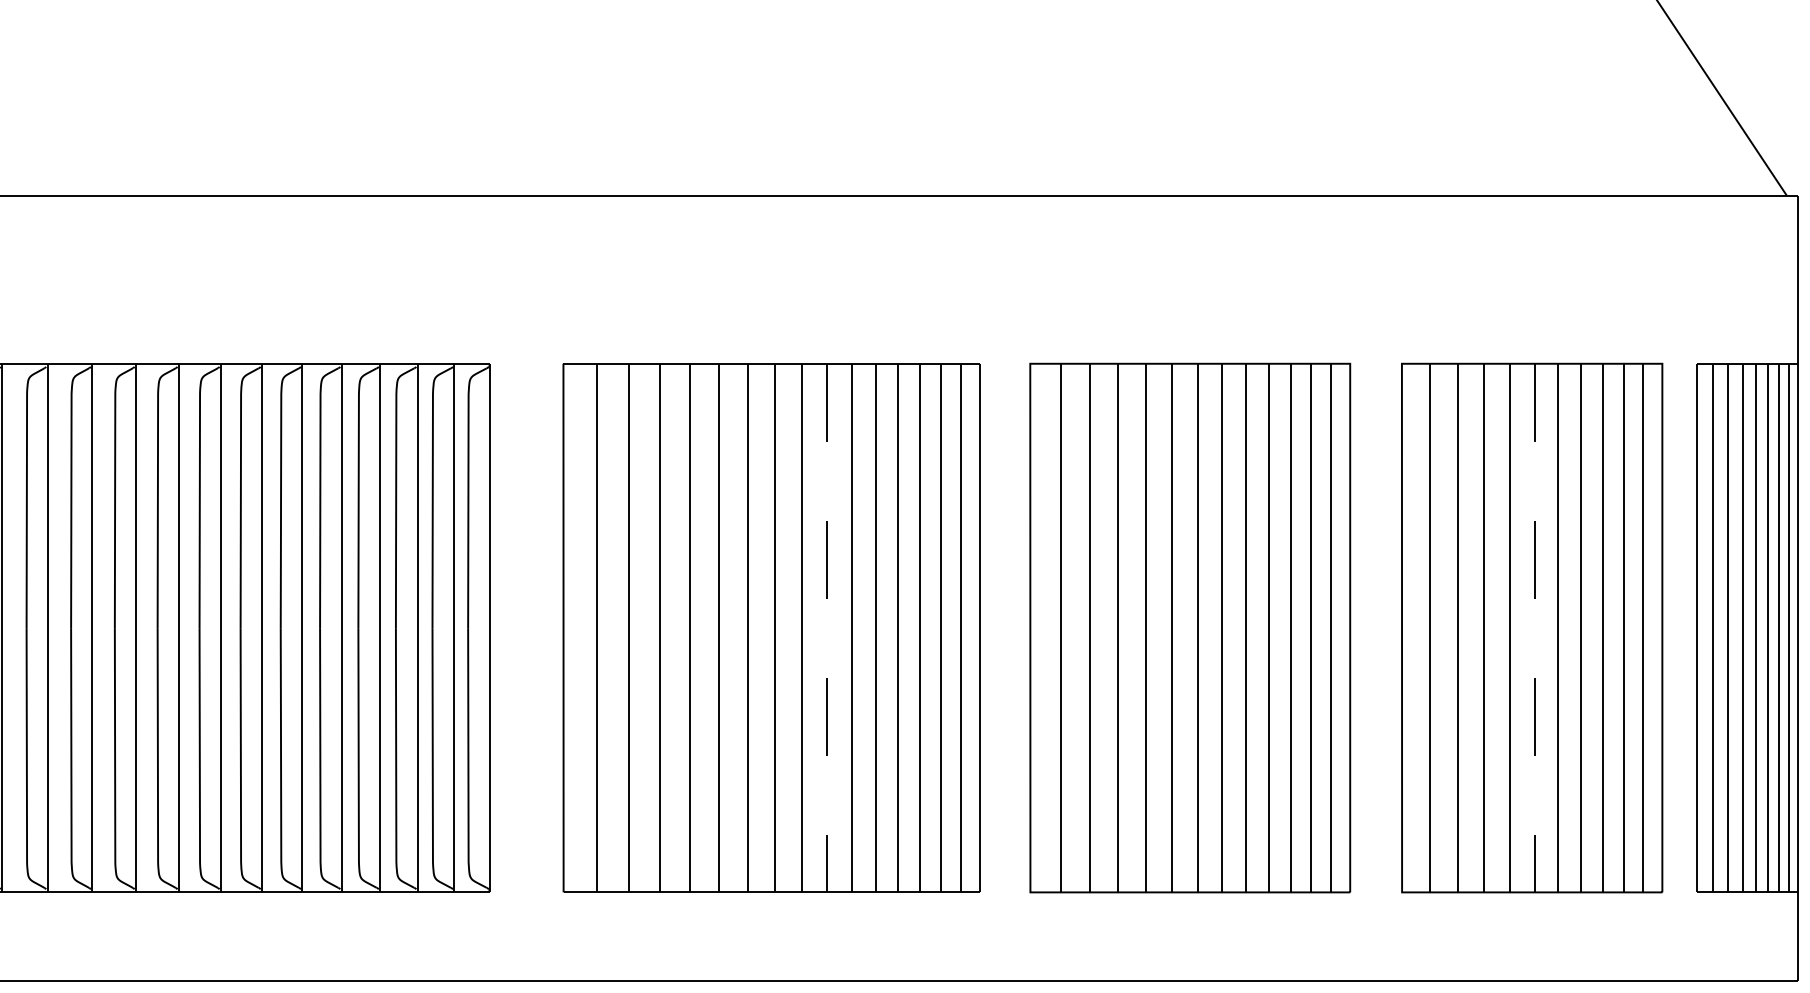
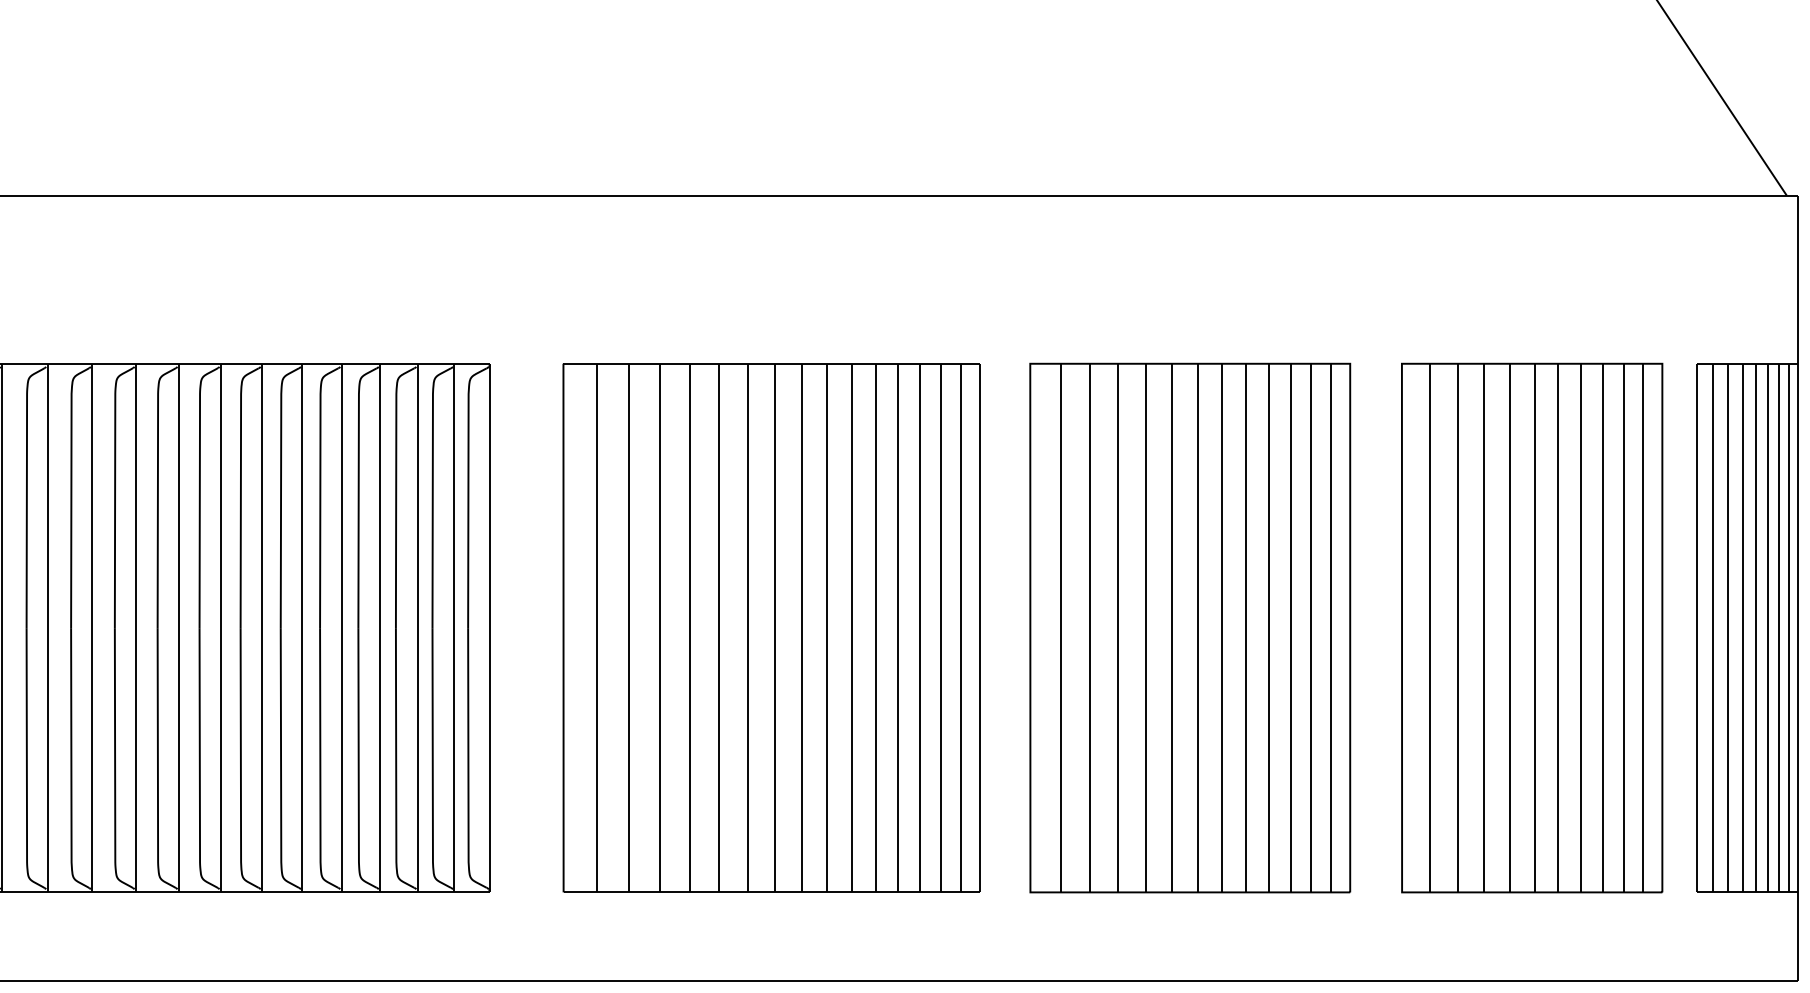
line at (827, 628): dashed -> solid
line at (1534, 628): dashed -> solid
